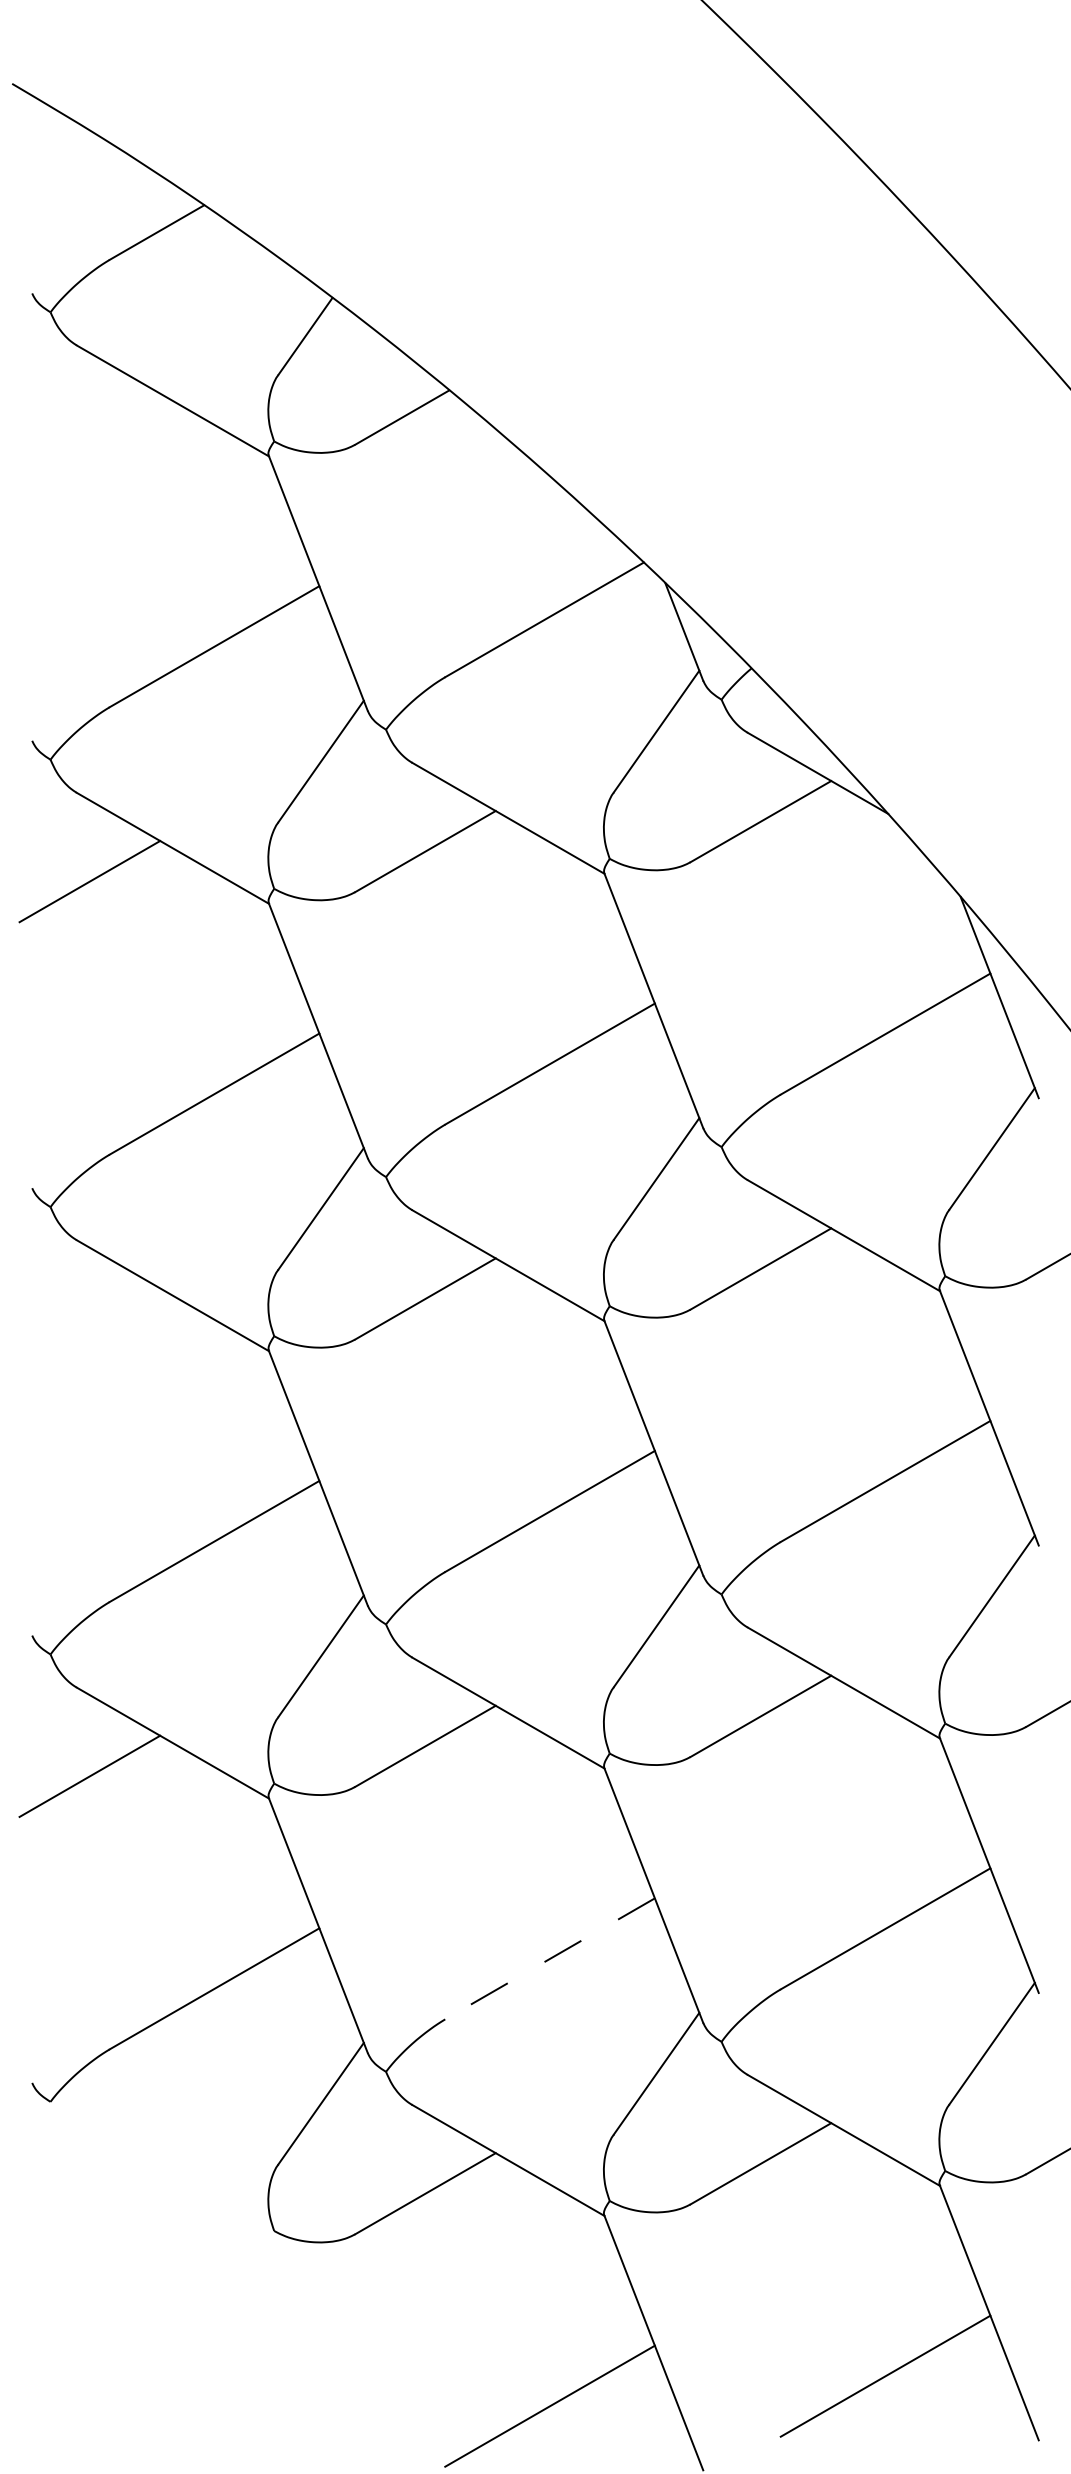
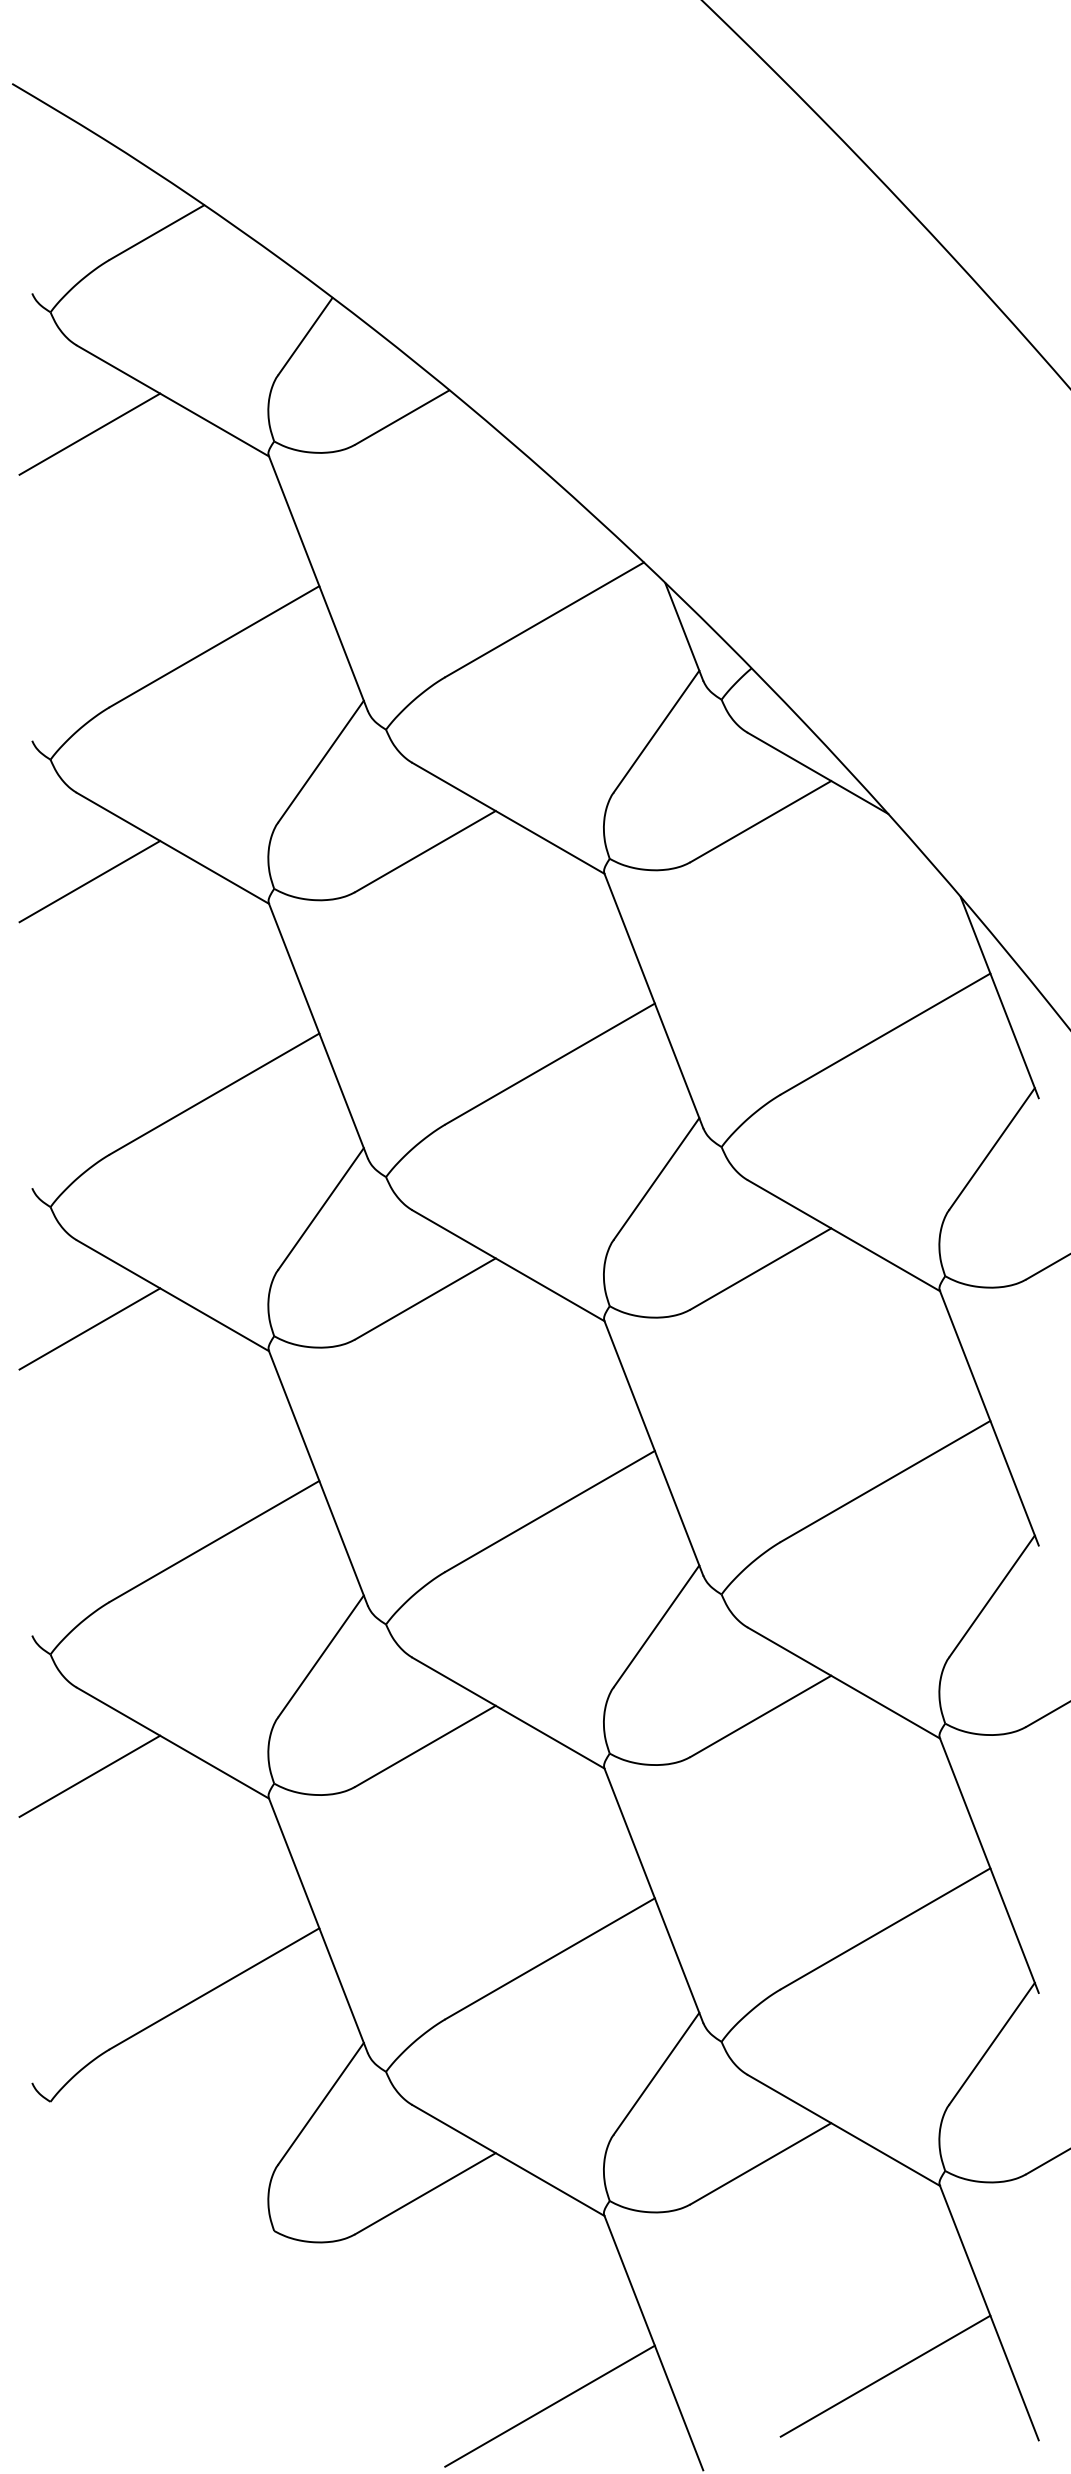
line at (89, 433): none -> present
line at (89, 1328): none -> present
line at (549, 1959): dashed -> solid
